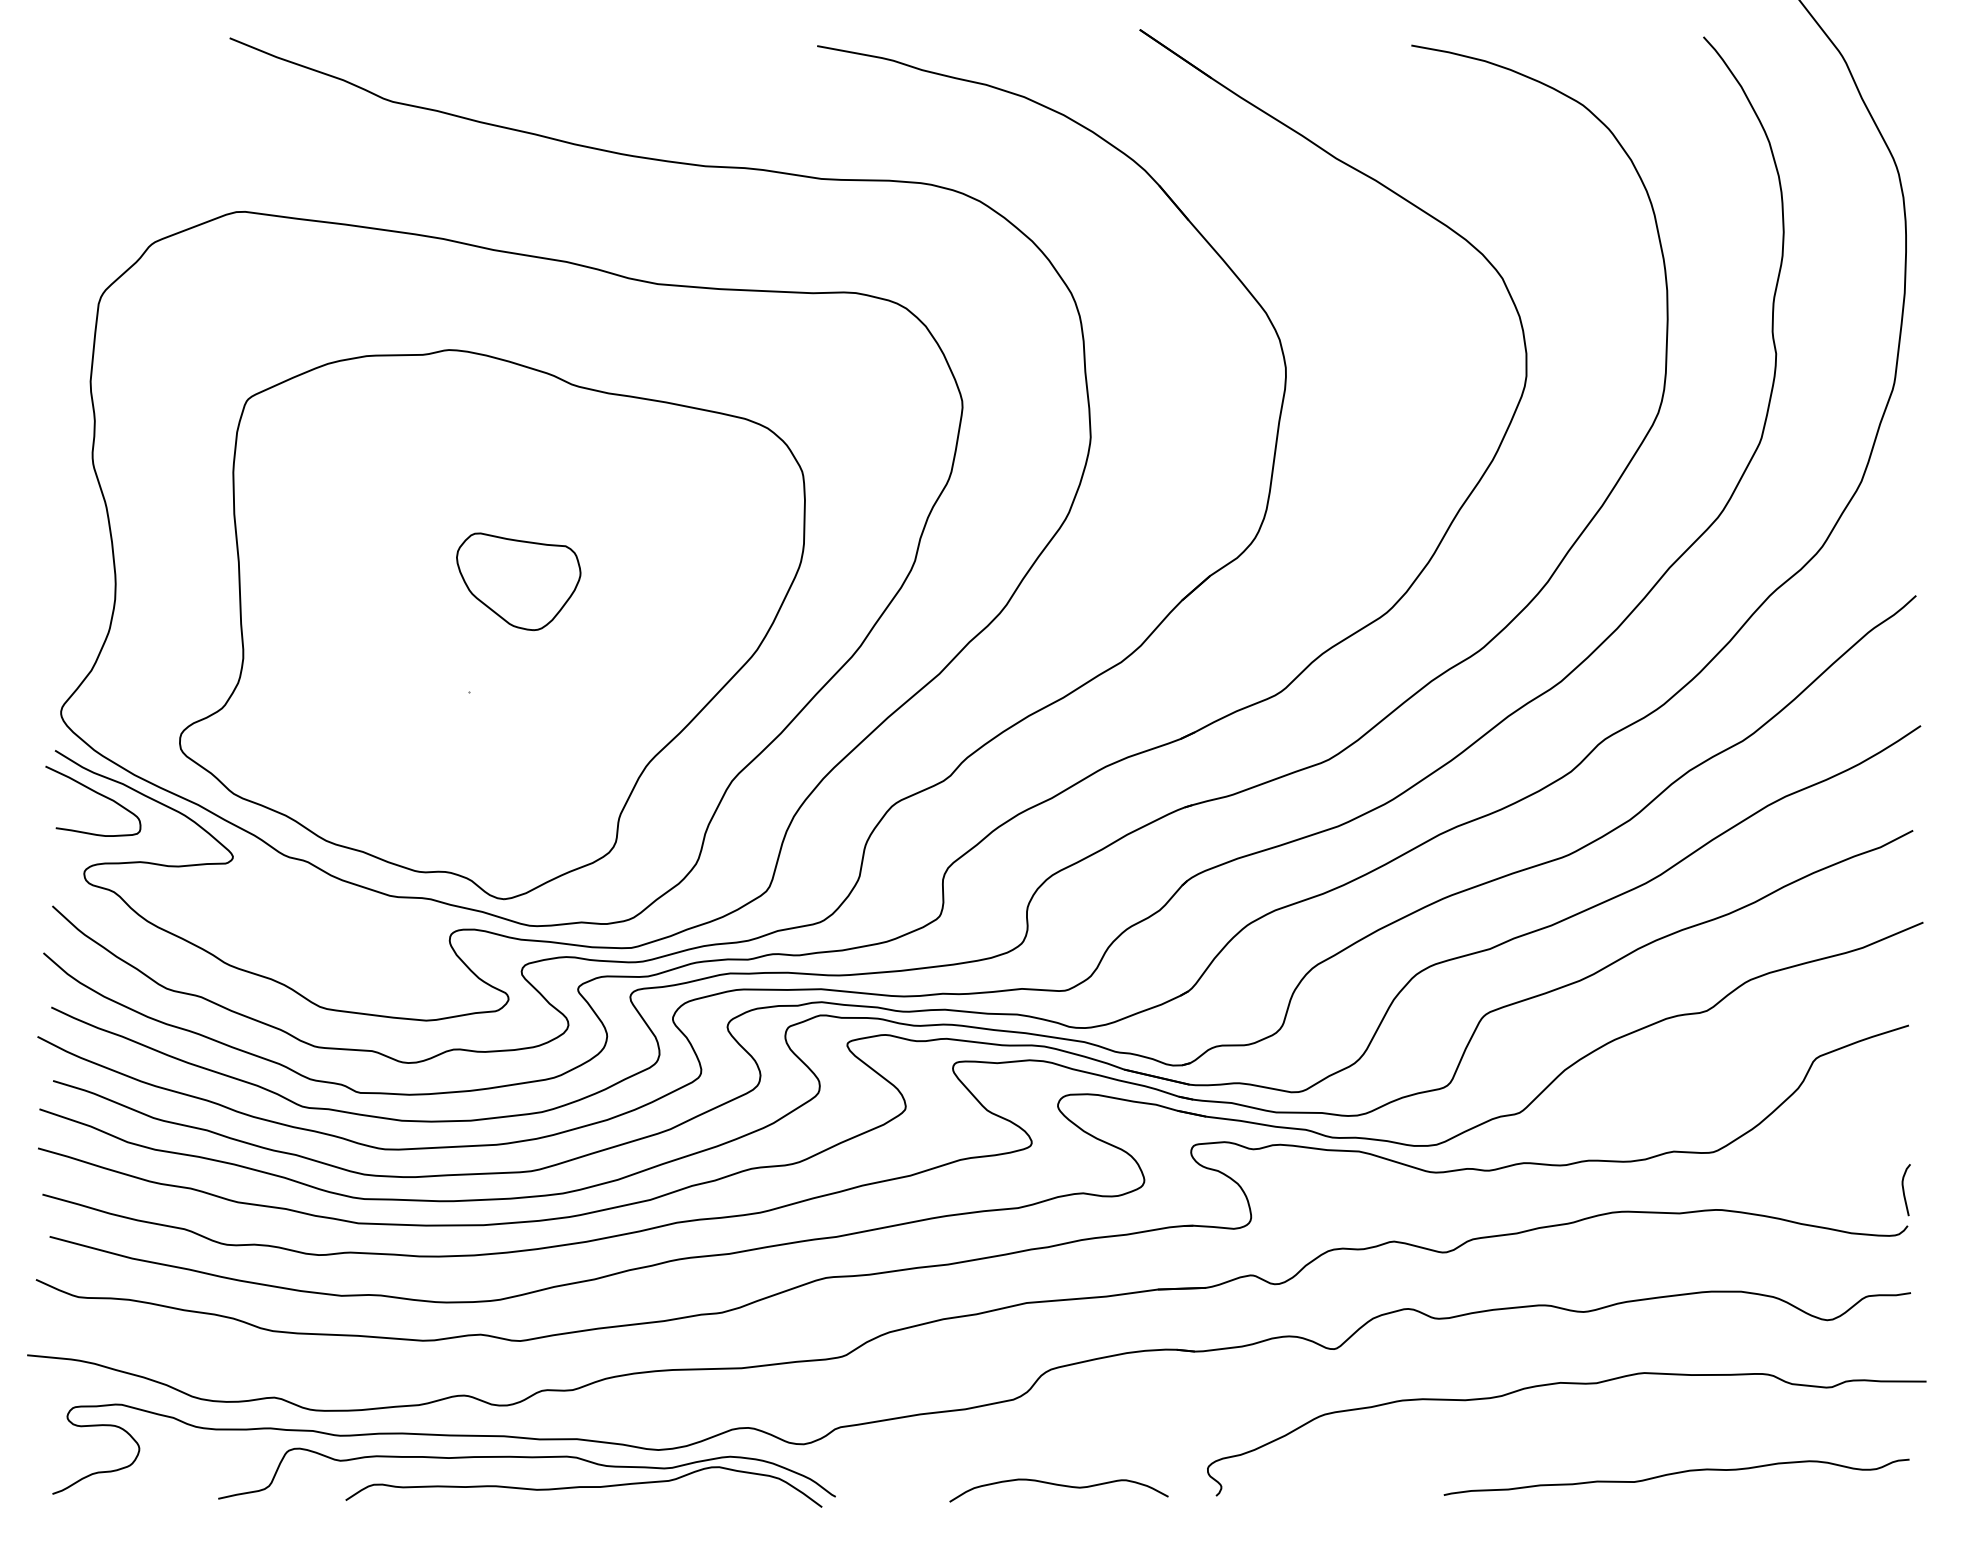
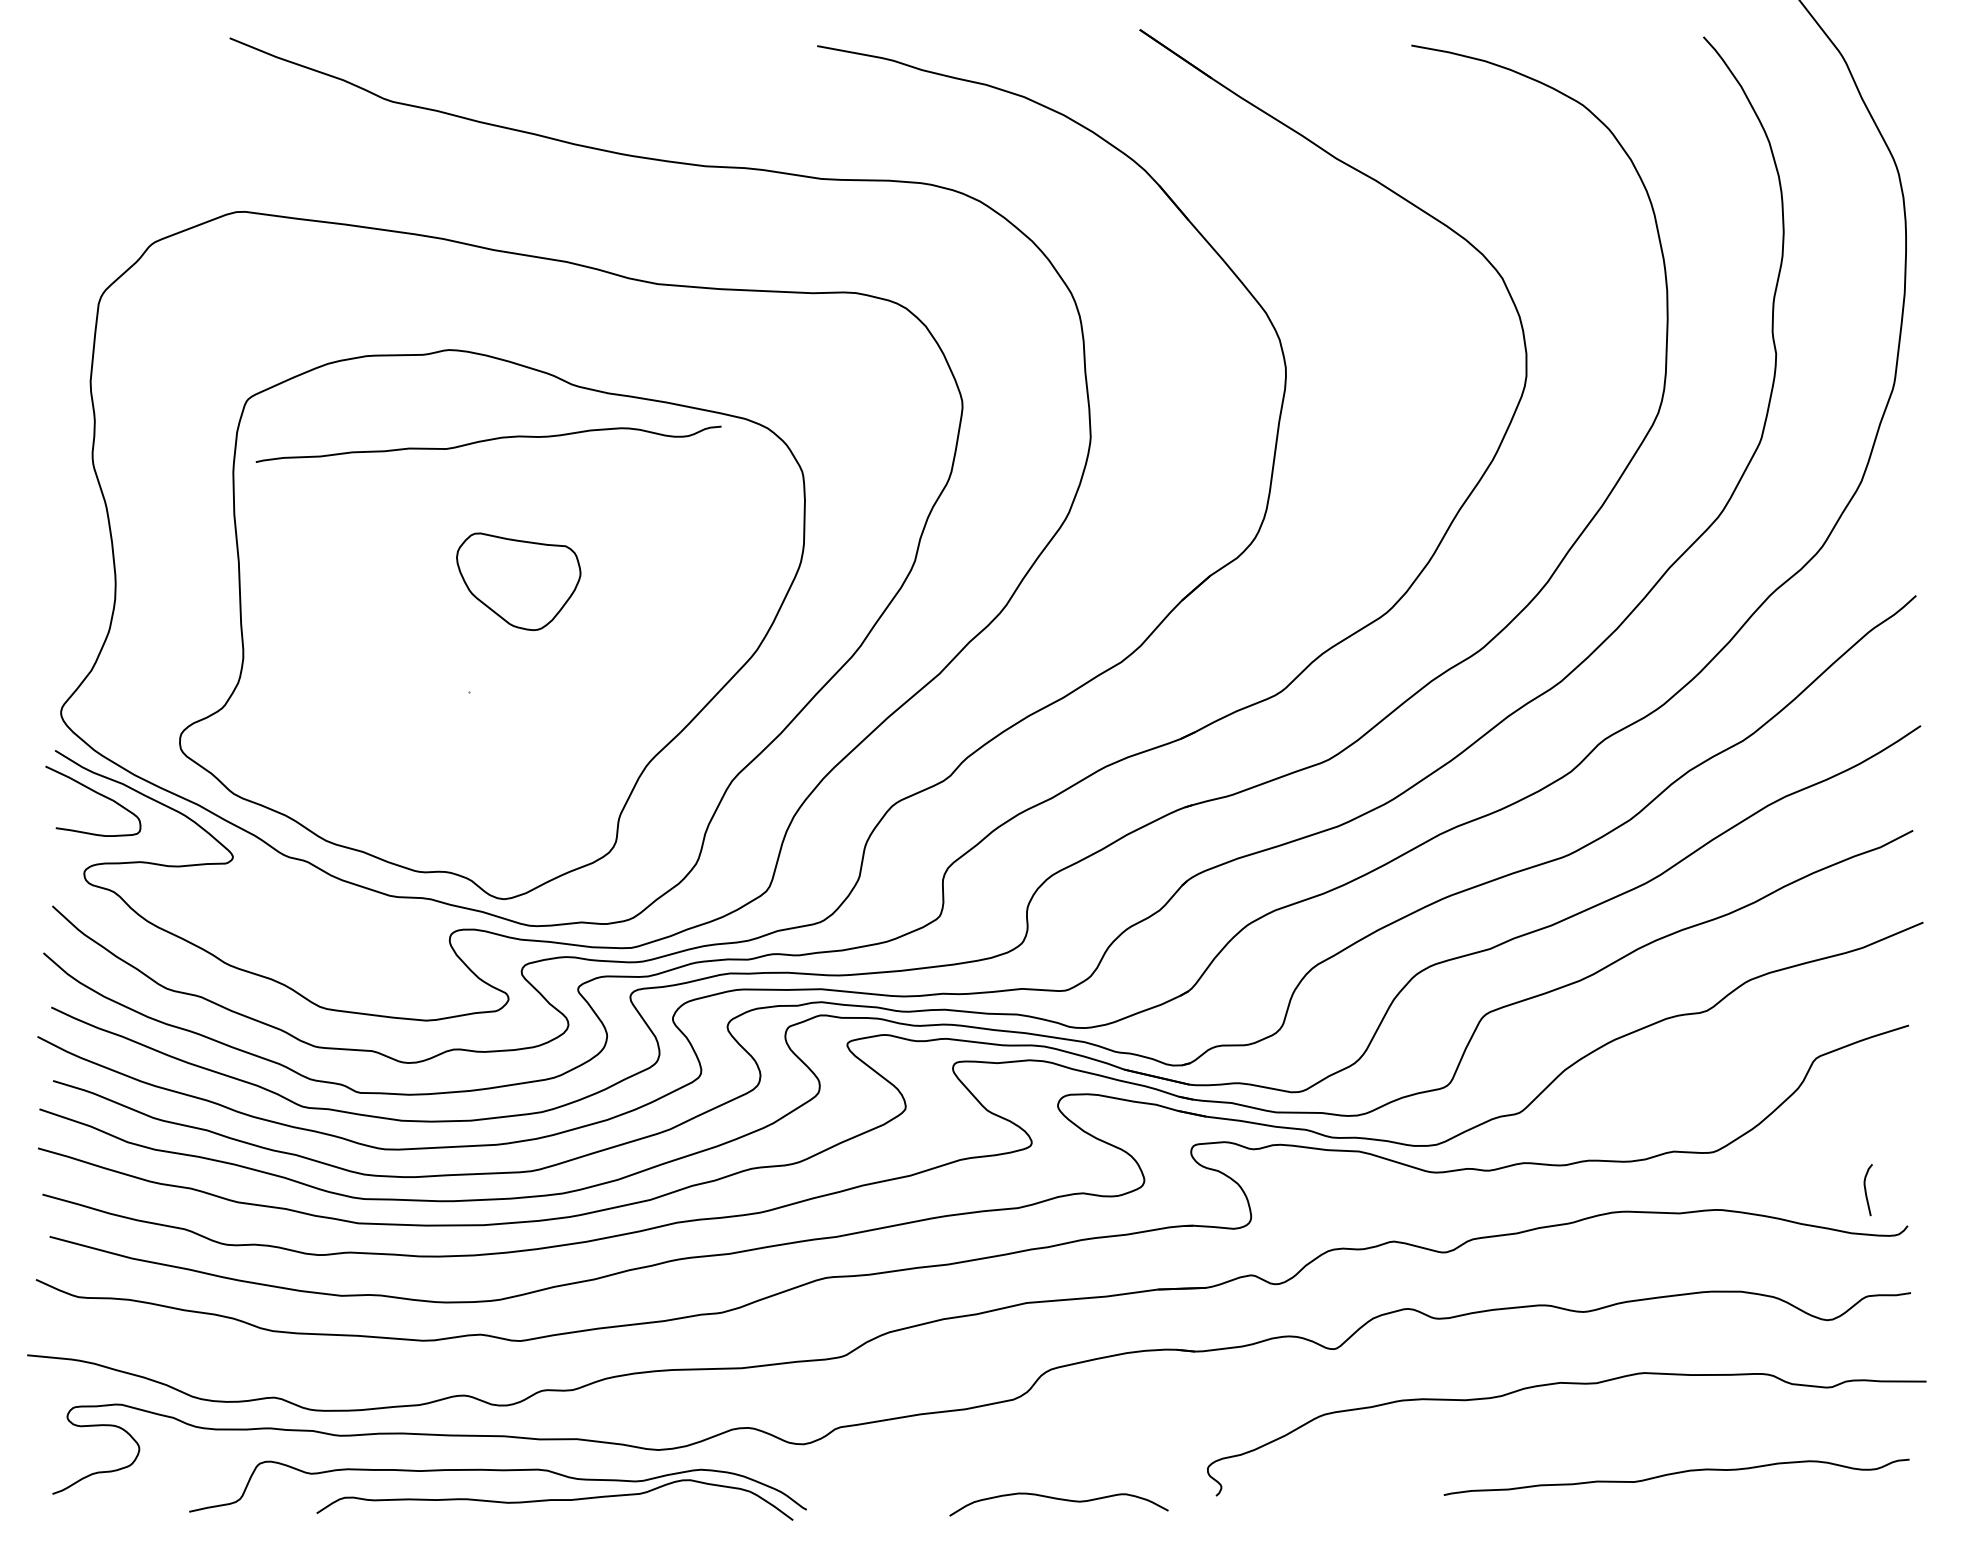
curve at (487, 441): none -> present
curve at (1904, 1190) position: (1904, 1190) -> (1866, 1190)
curve at (1060, 1486) position: (1060, 1486) -> (1060, 1500)
part at (524, 1487) position: (524, 1487) -> (495, 1500)
